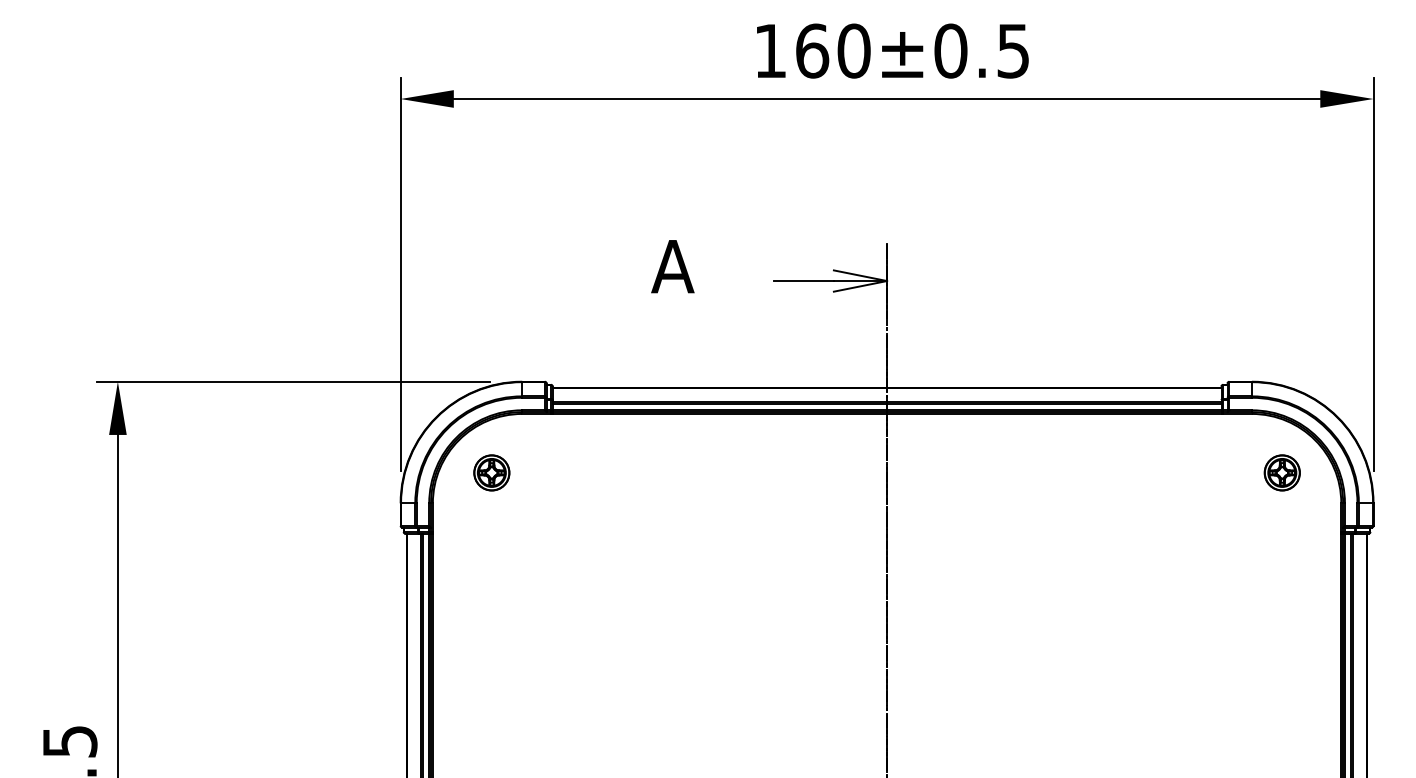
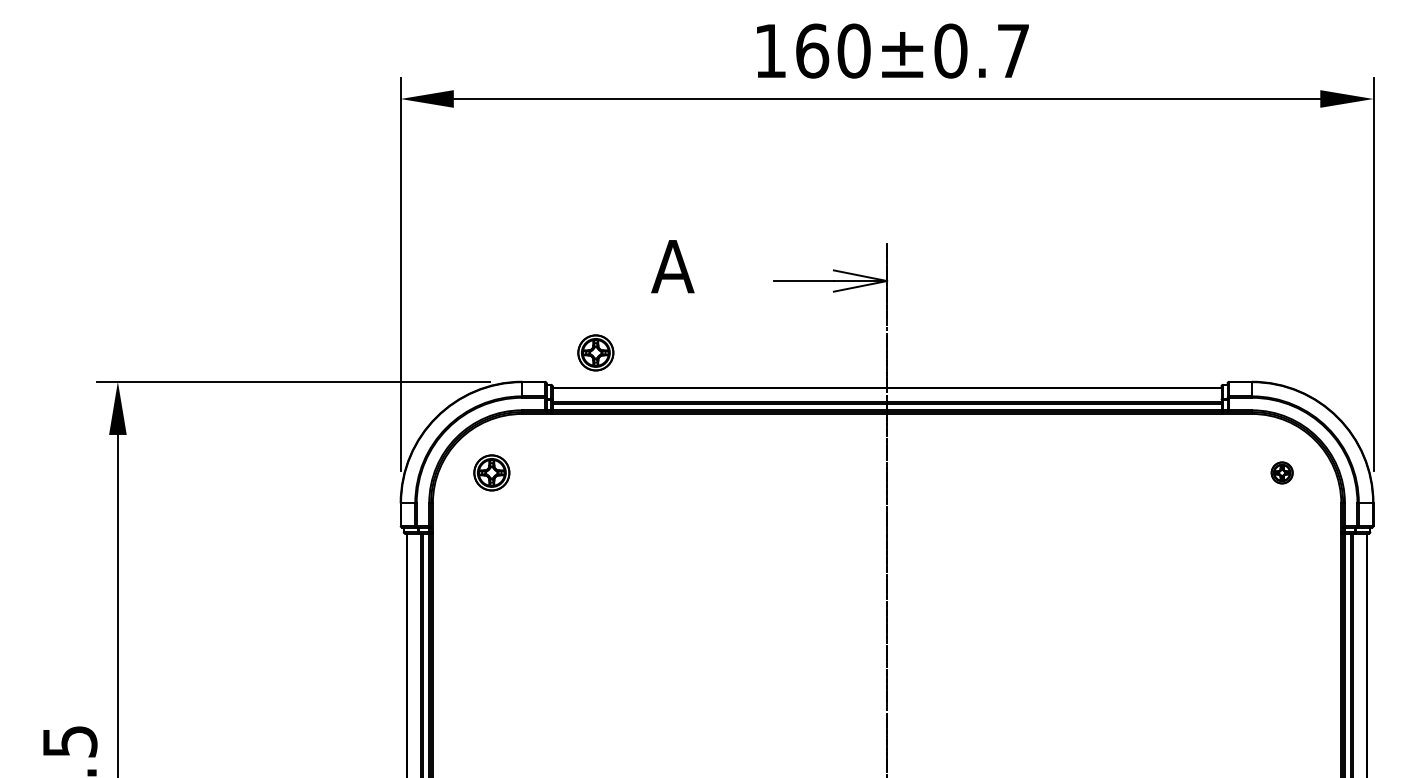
text at (1012, 51): 160±0.5 -> 160±0.7
part at (595, 352): none -> present
part at (1281, 472) size: 38x38 px -> 24x24 px
